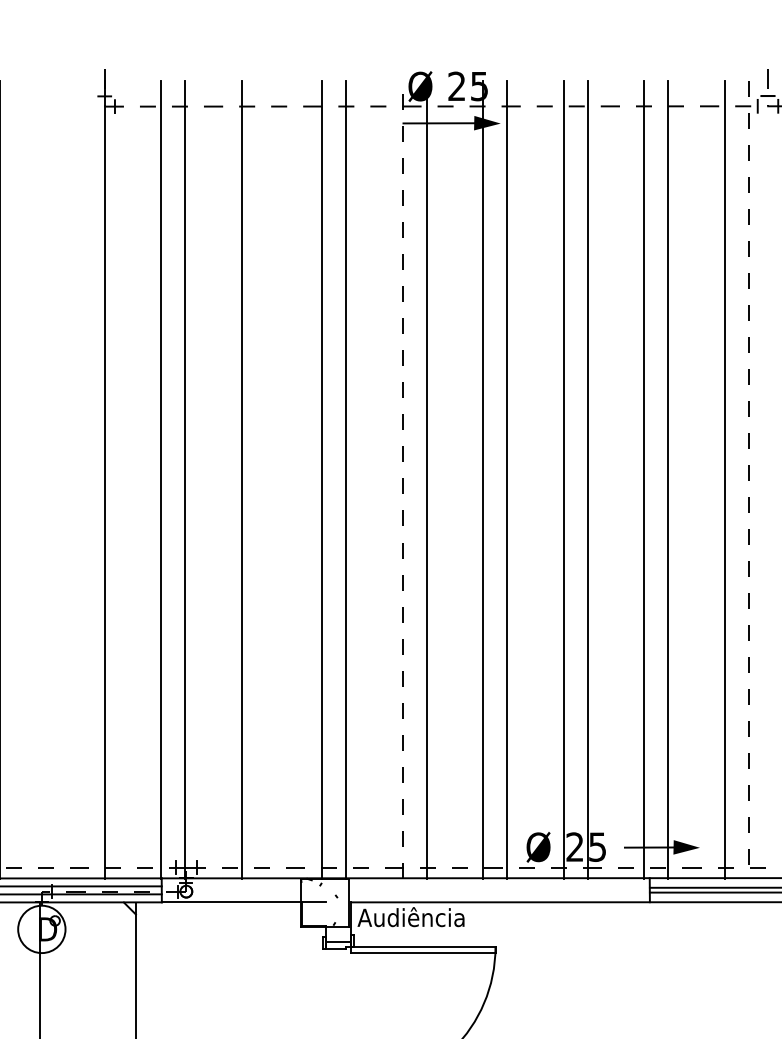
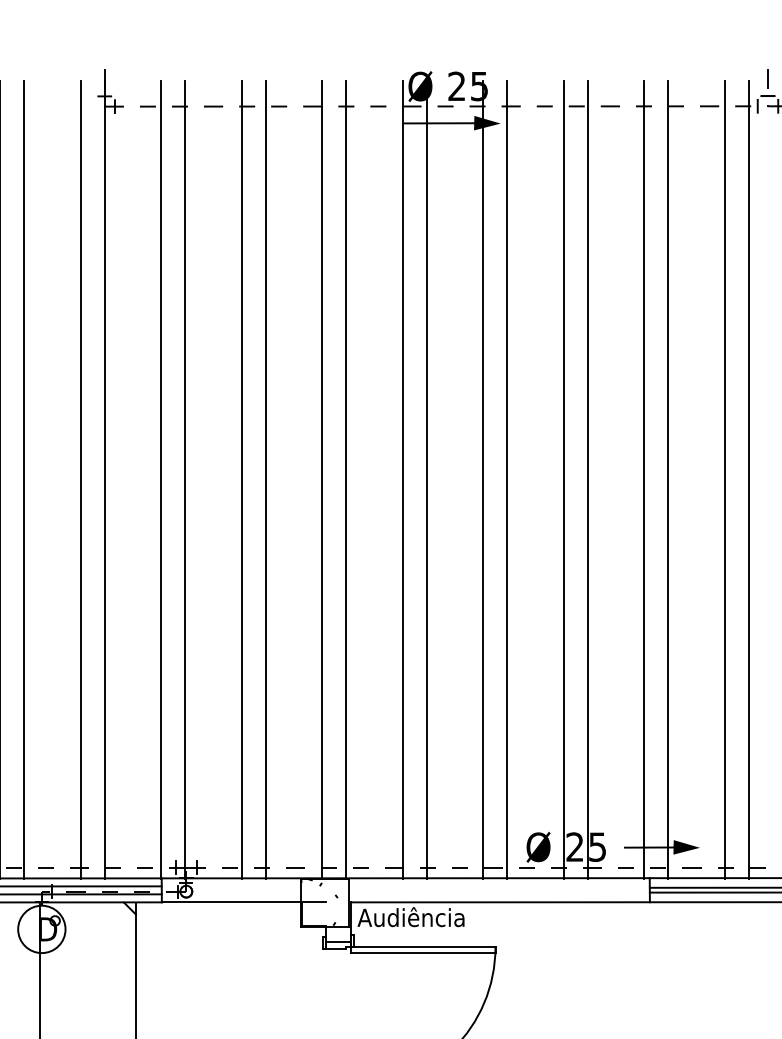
line at (24, 479): none -> present
line at (80, 479): none -> present
line at (265, 479): none -> present
line at (402, 479): dashed -> solid
line at (748, 479): dashed -> solid
